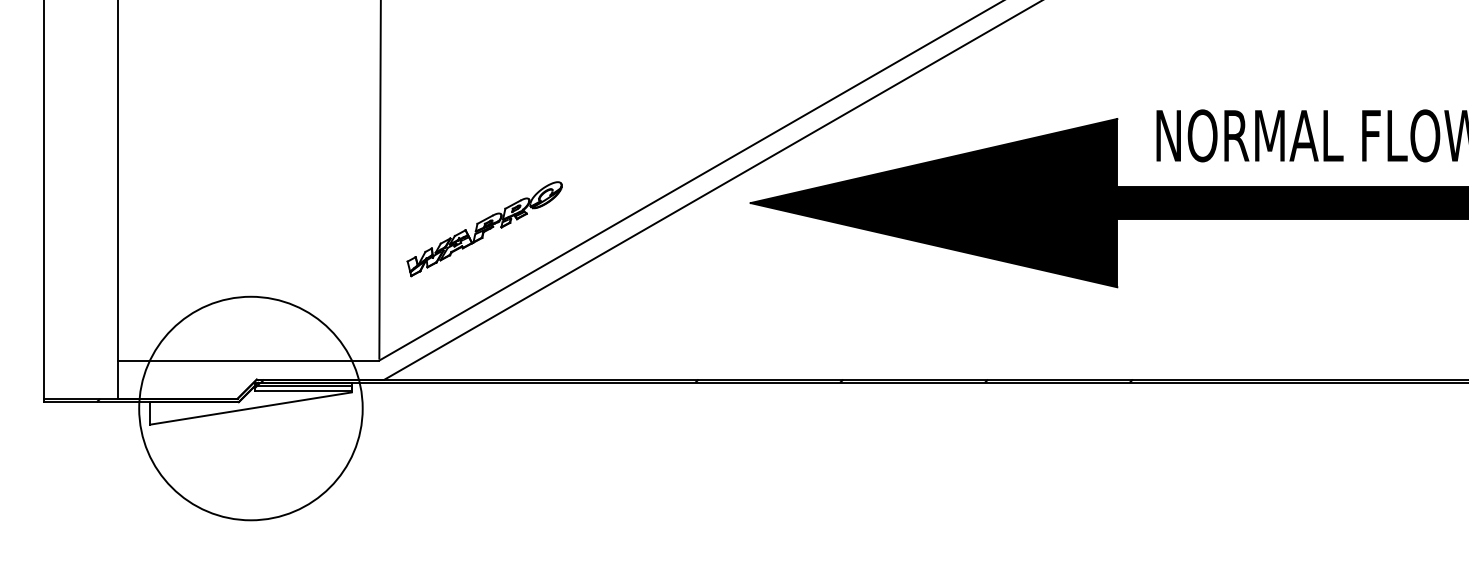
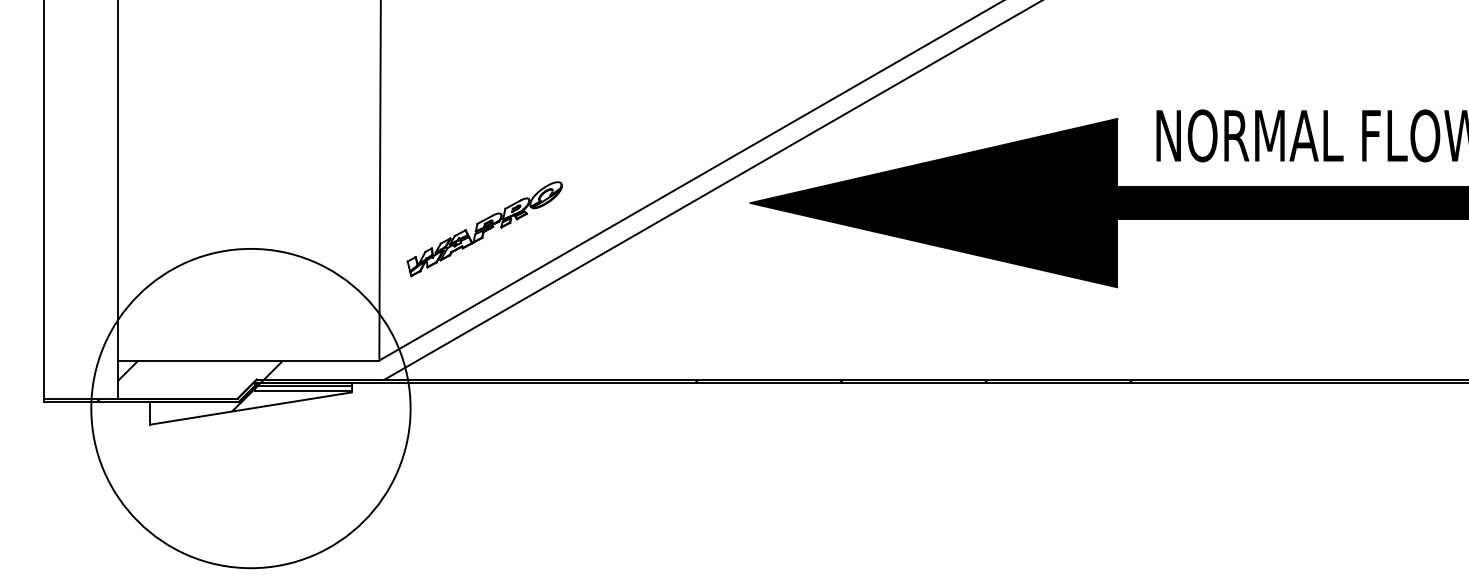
hatch at (200, 370): none -> present
hatch at (244, 398): none -> present
circle at (250, 408) diameter: 224 px -> 319 px
